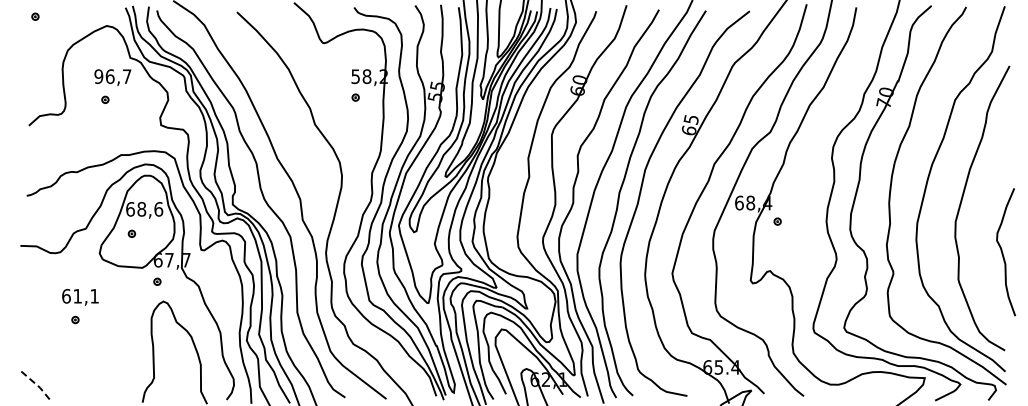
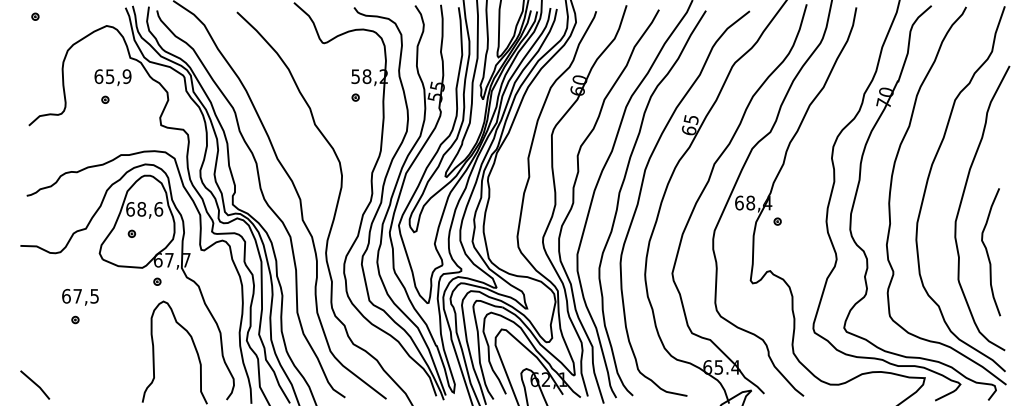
text at (112, 76): 96,7 -> 65,9
curve at (1003, 252) position: (1003, 252) -> (988, 252)
text at (85, 296): 61,1 -> 67,5
line at (36, 384): dashed -> solid
